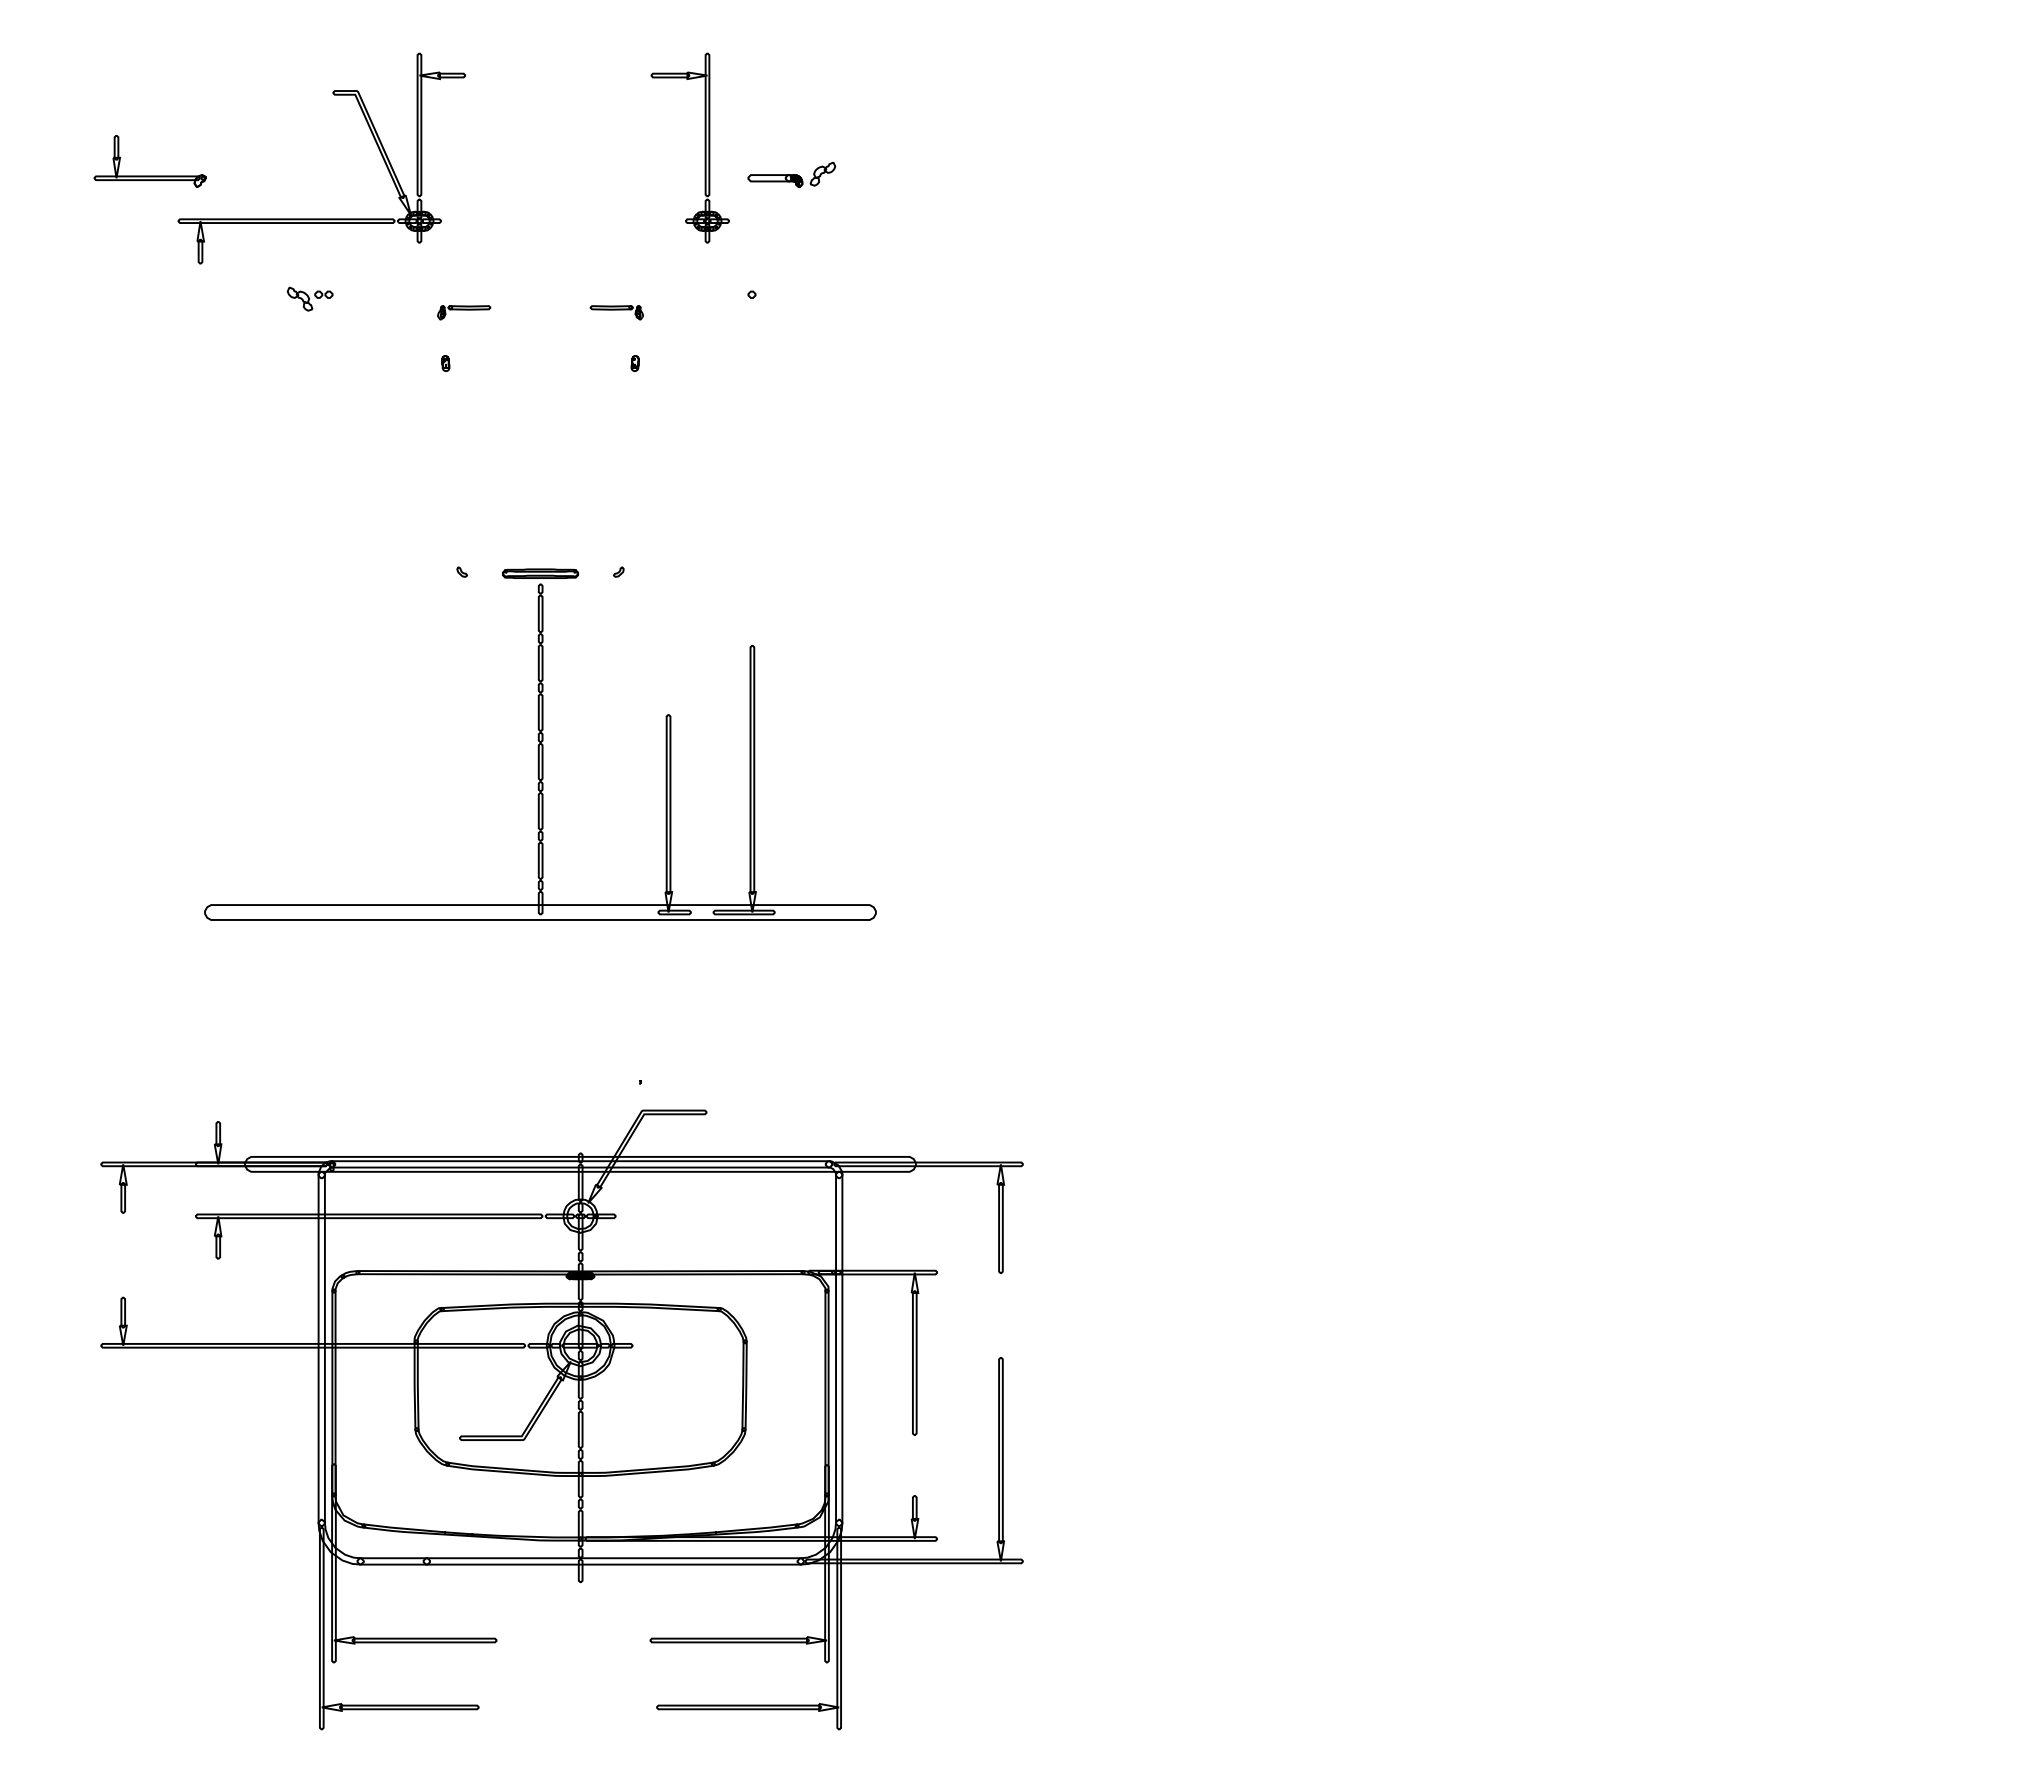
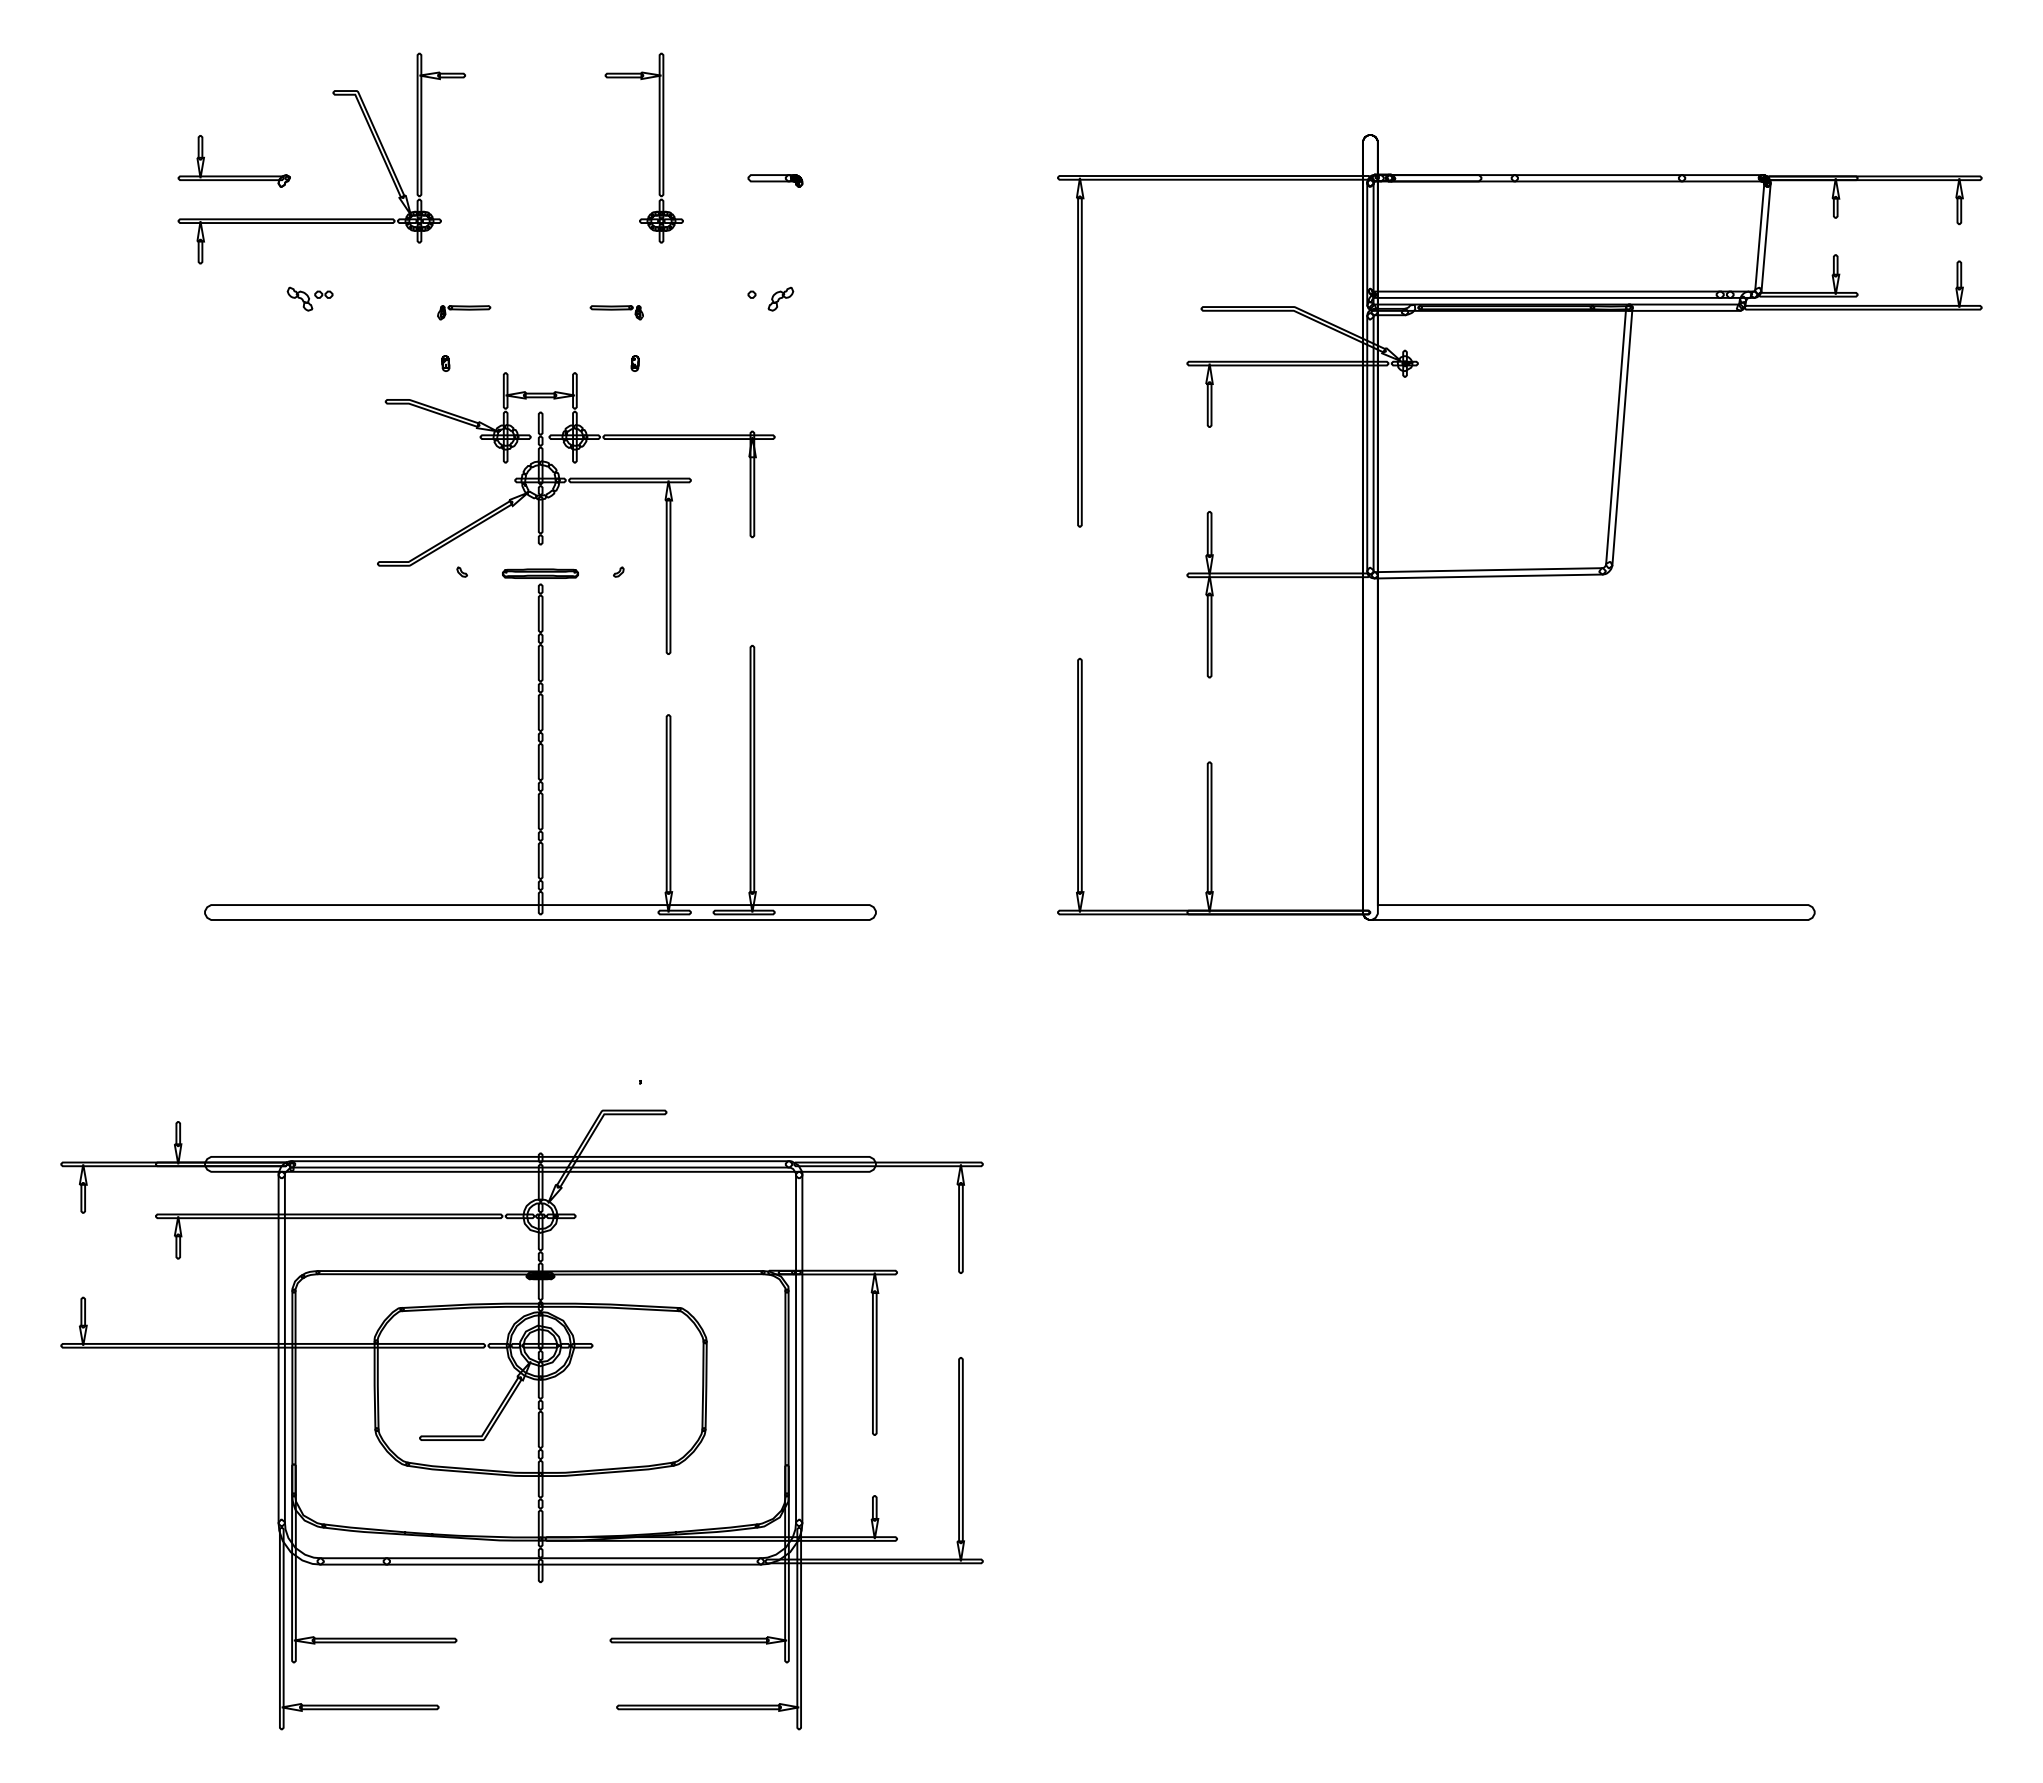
part at (704, 147) position: (704, 147) -> (658, 147)
part at (822, 173) position: (822, 173) -> (780, 298)
part at (149, 175) position: (149, 175) -> (233, 175)
part at (555, 493): none -> present
part at (1519, 527): none -> present
part at (561, 1419) position: (561, 1419) -> (521, 1419)
